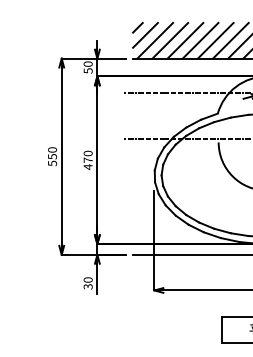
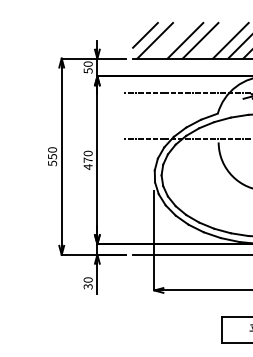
line at (137, 27): present -> none
line at (170, 40): present -> none
line at (215, 40): present -> none
